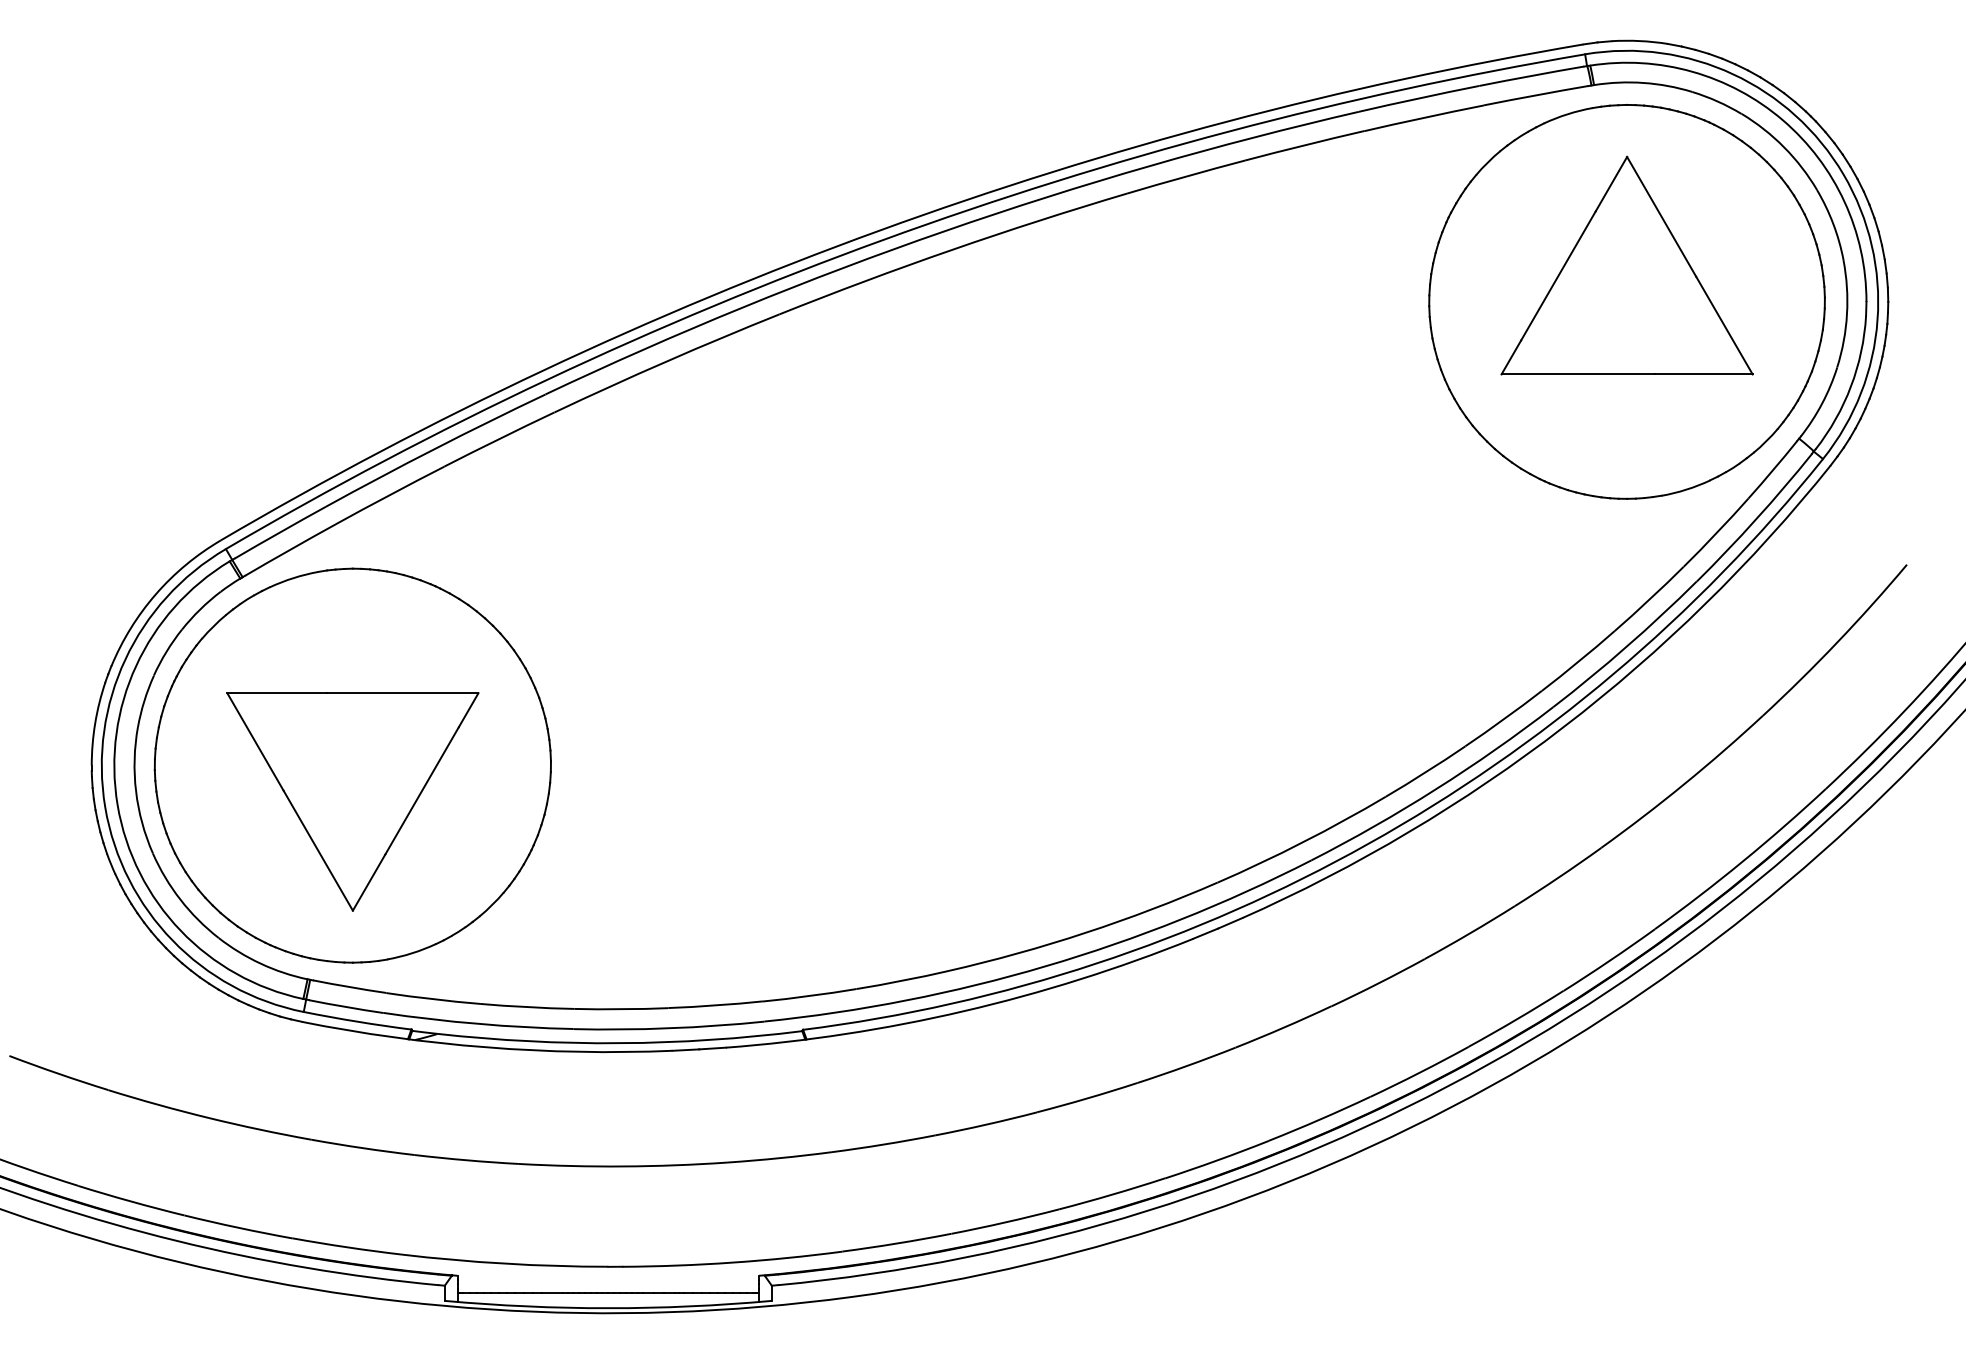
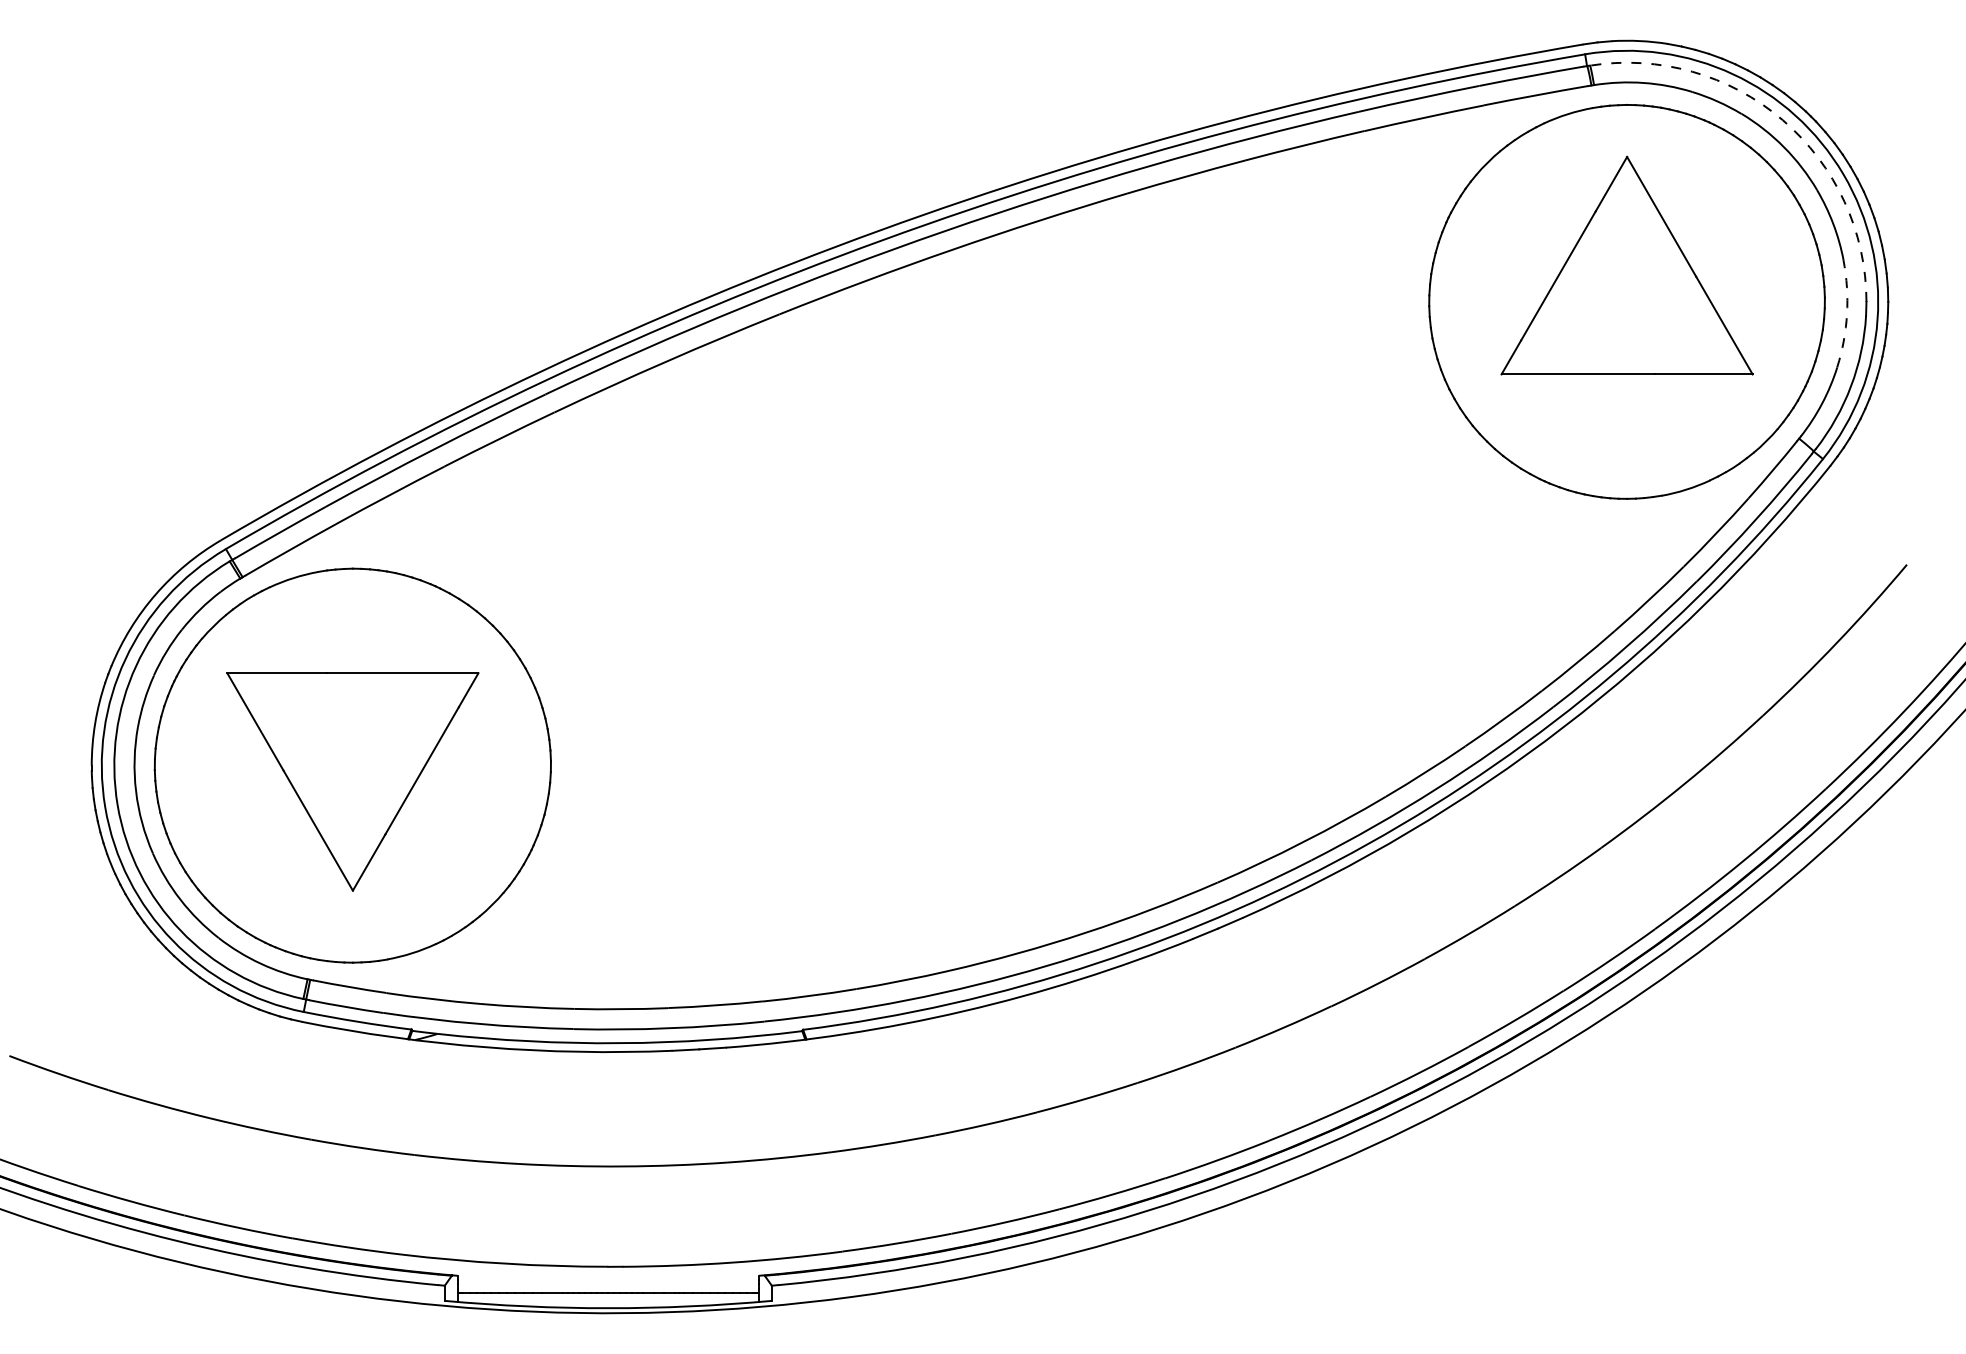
arc at (1782, 120): solid -> dashed
arc at (1847, 314): solid -> dashed
part at (352, 801) position: (352, 801) -> (352, 781)
